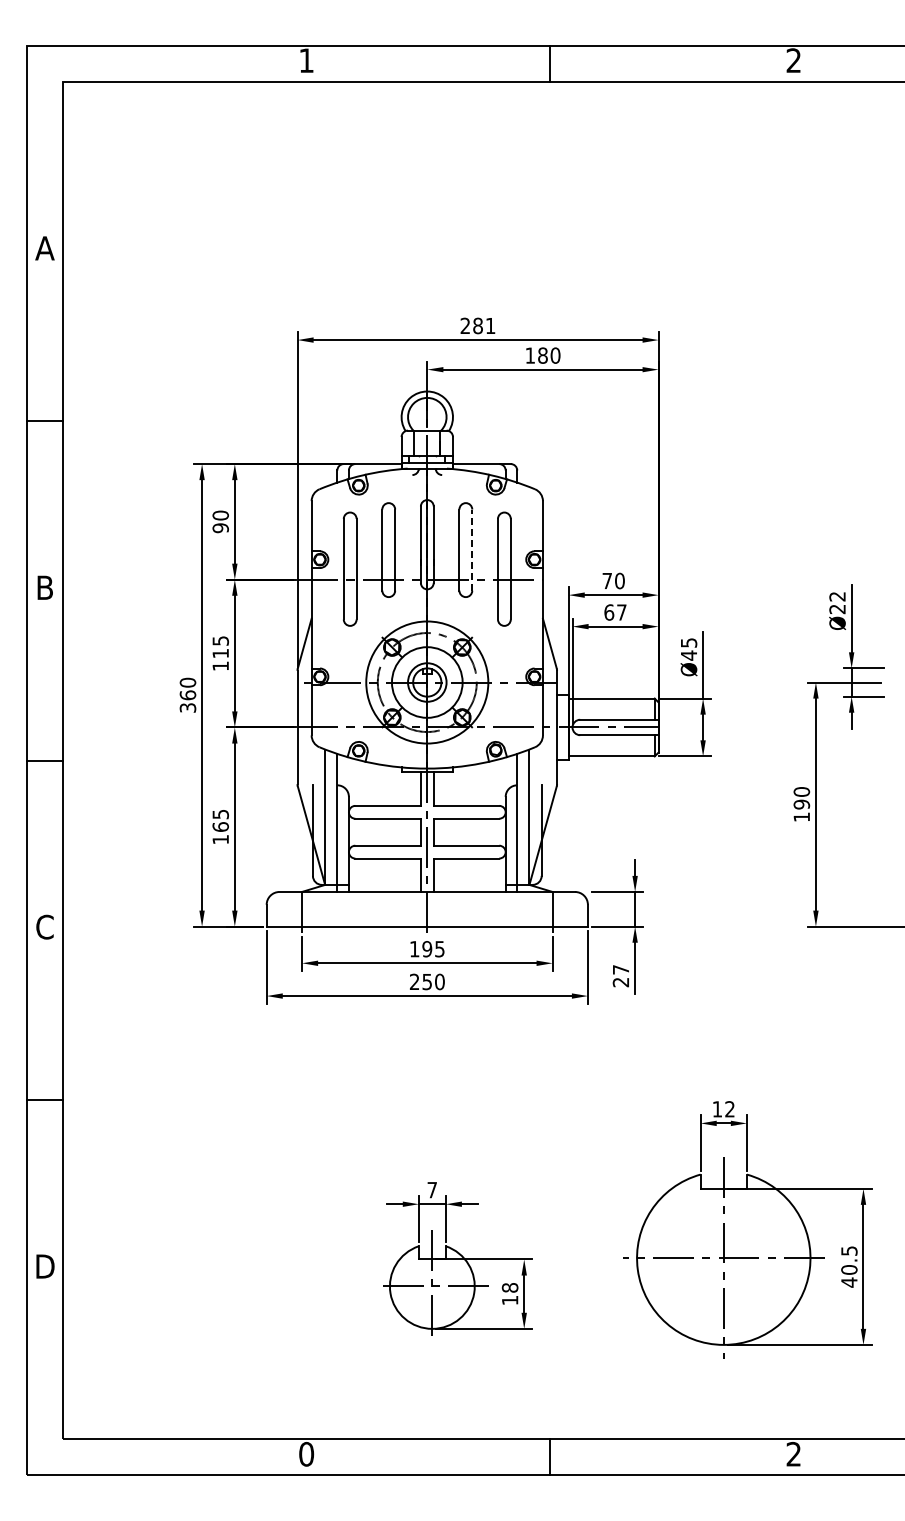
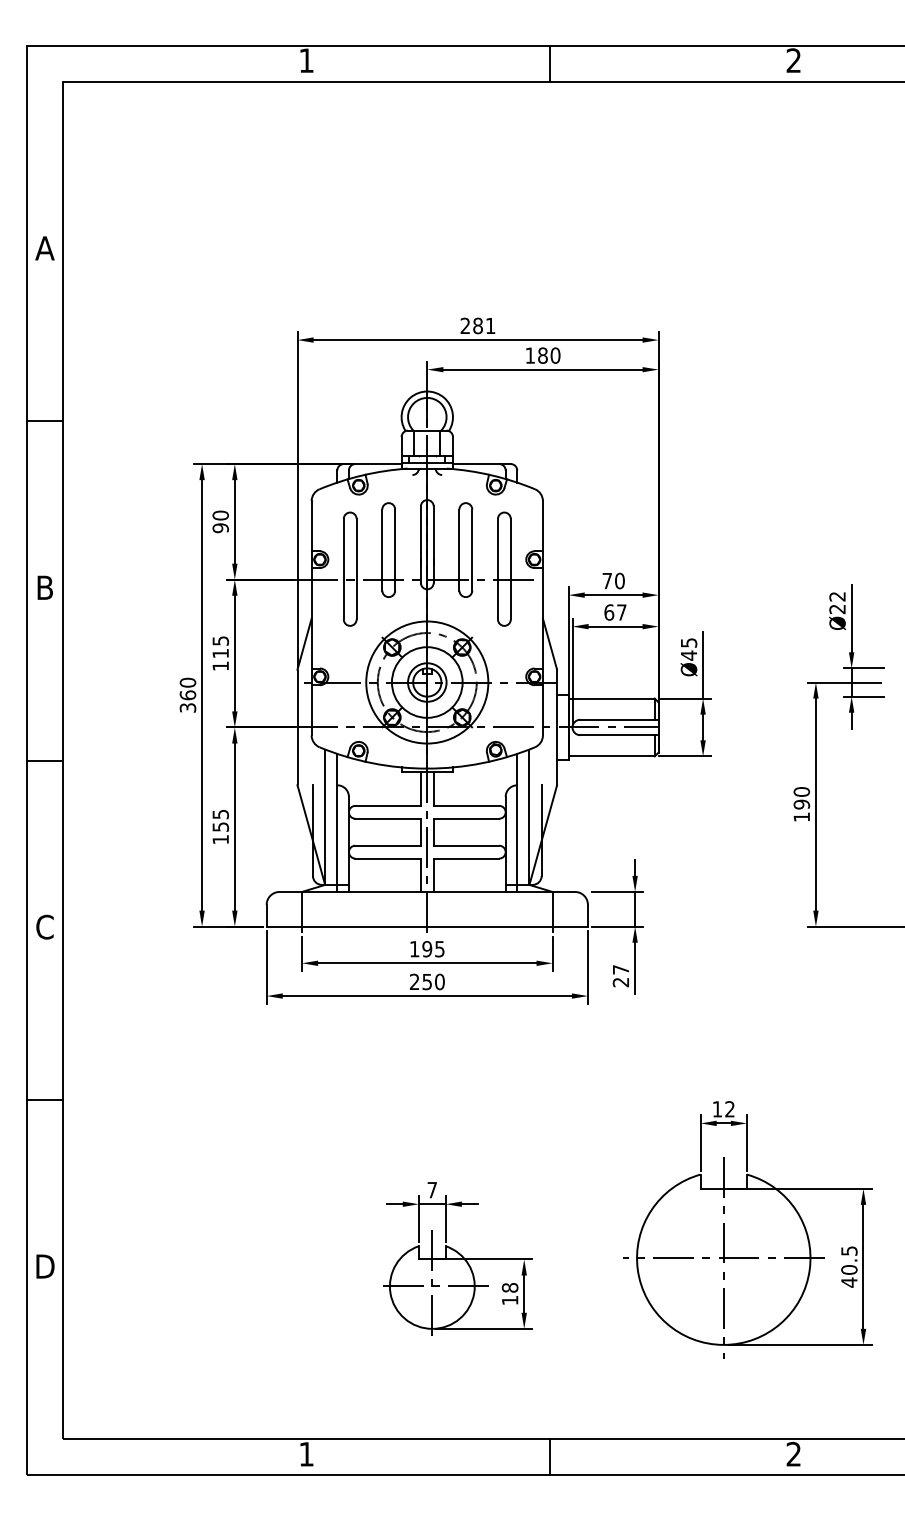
line at (472, 550): dashed -> solid
text at (220, 826): 165 -> 155
text at (306, 1453): 0 -> 1
